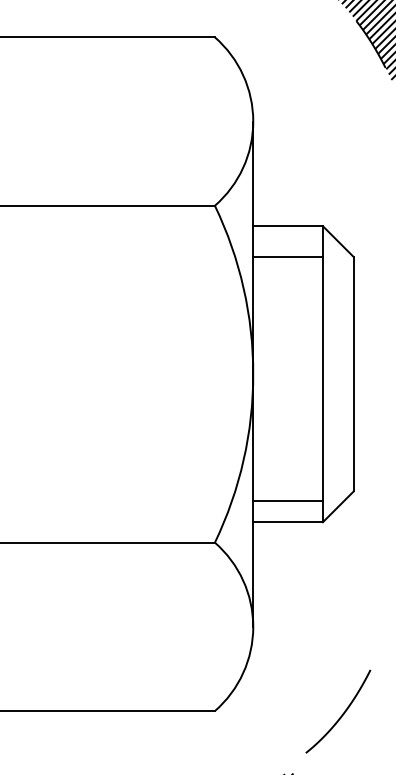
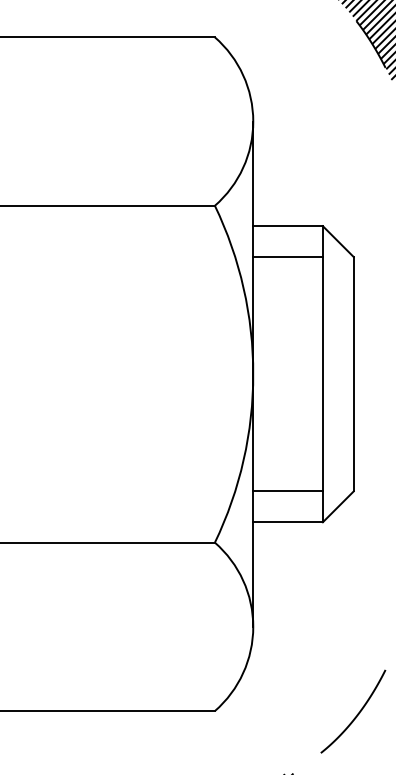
line at (287, 501) position: (287, 501) -> (287, 491)
curve at (341, 714) position: (341, 714) -> (356, 714)
